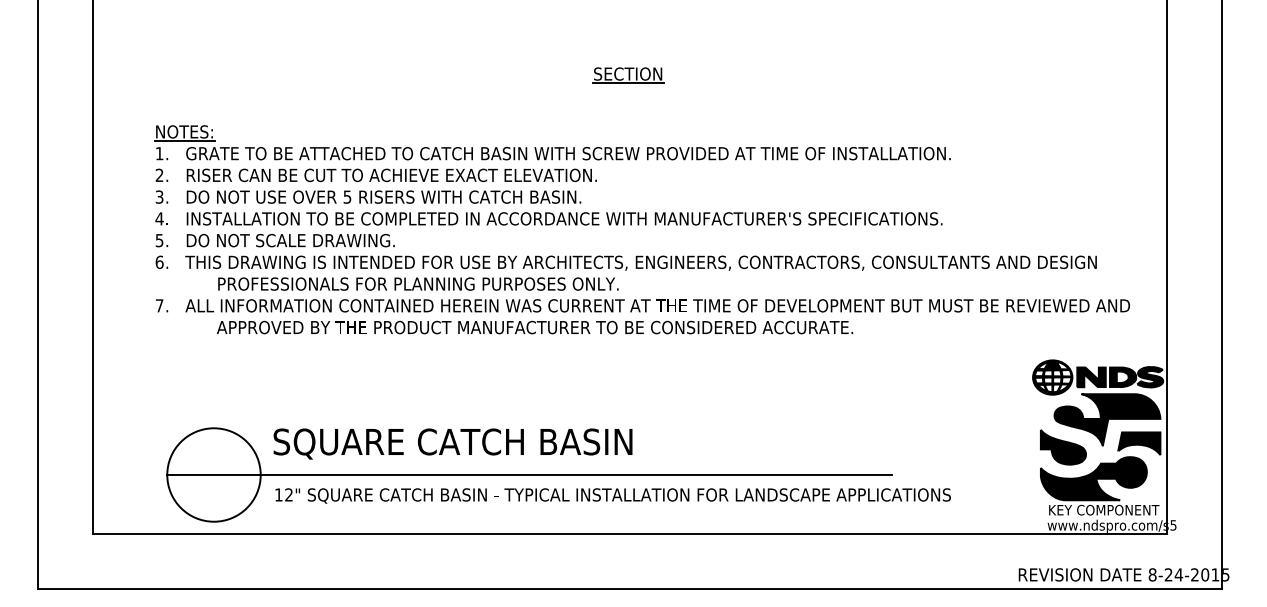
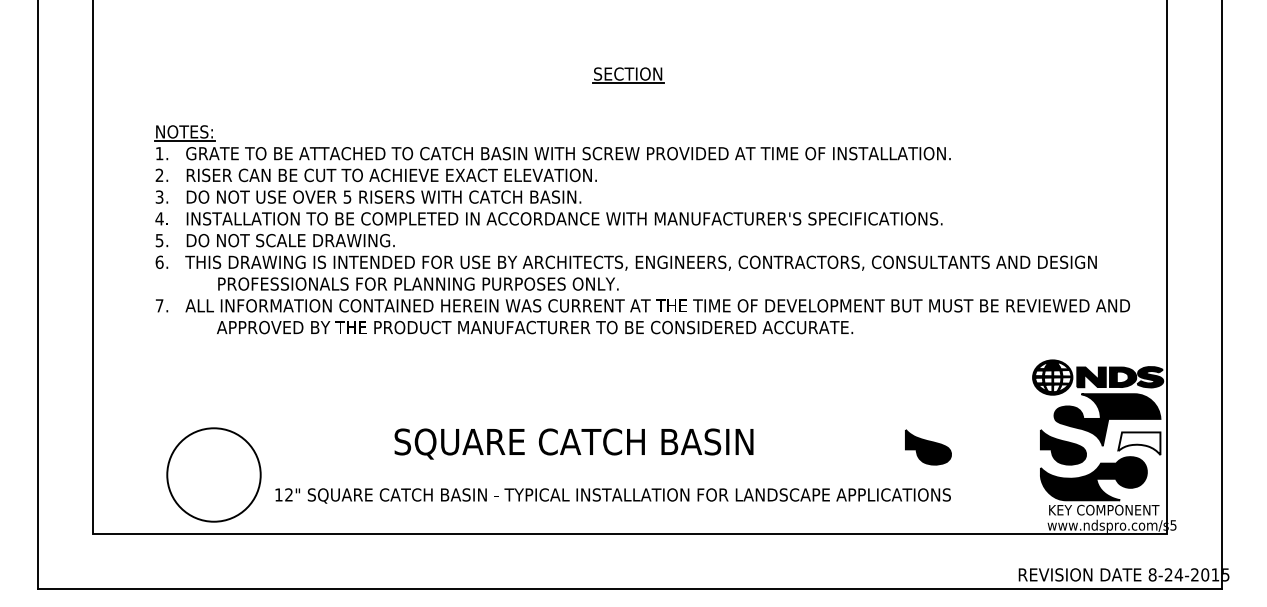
text at (452, 443) position: (452, 443) -> (573, 443)
fill at (1139, 443): present -> none
part at (928, 447): none -> present
line at (529, 475): present -> none
